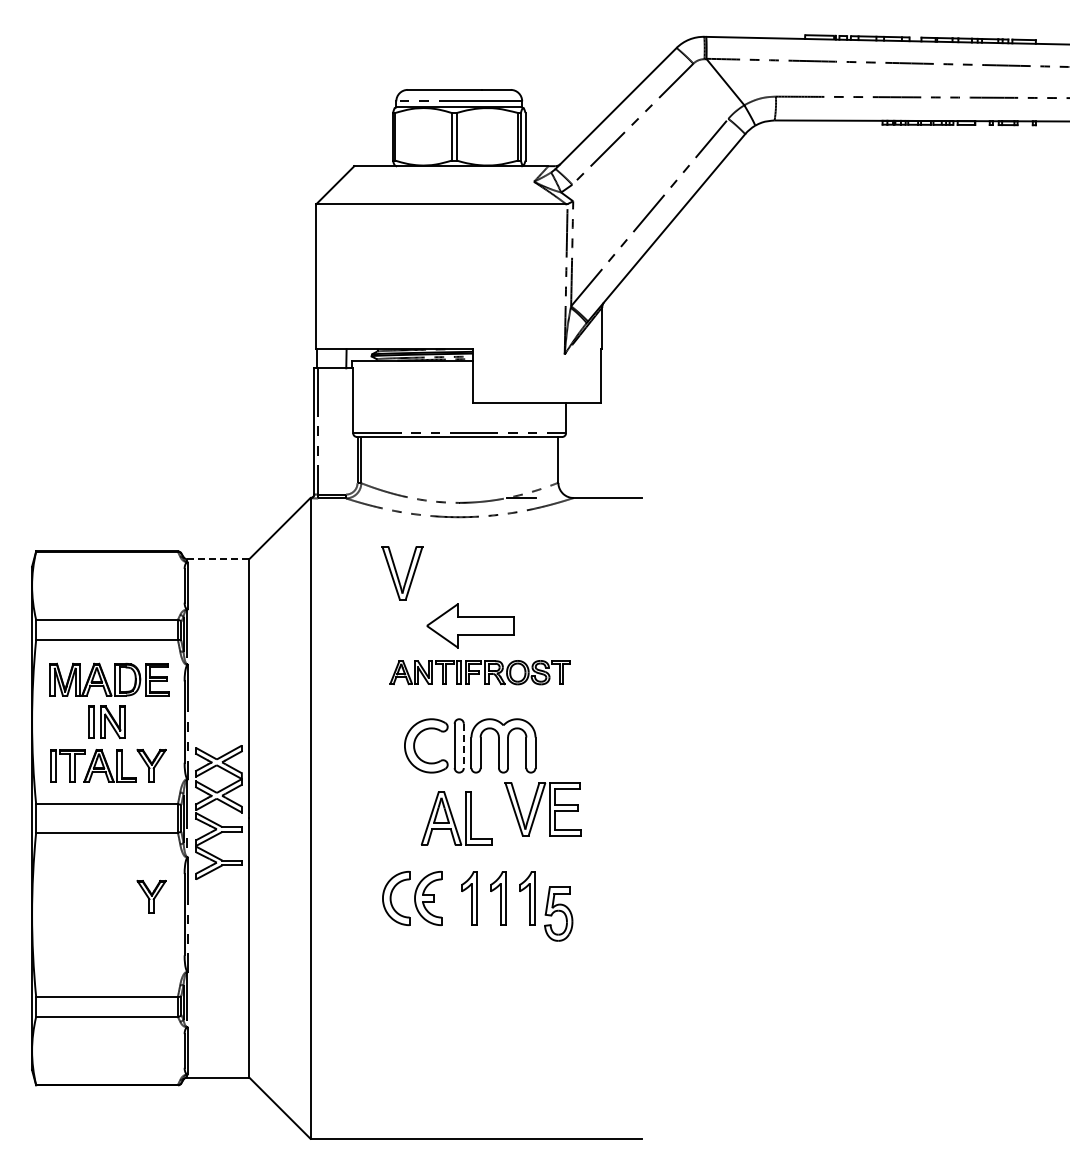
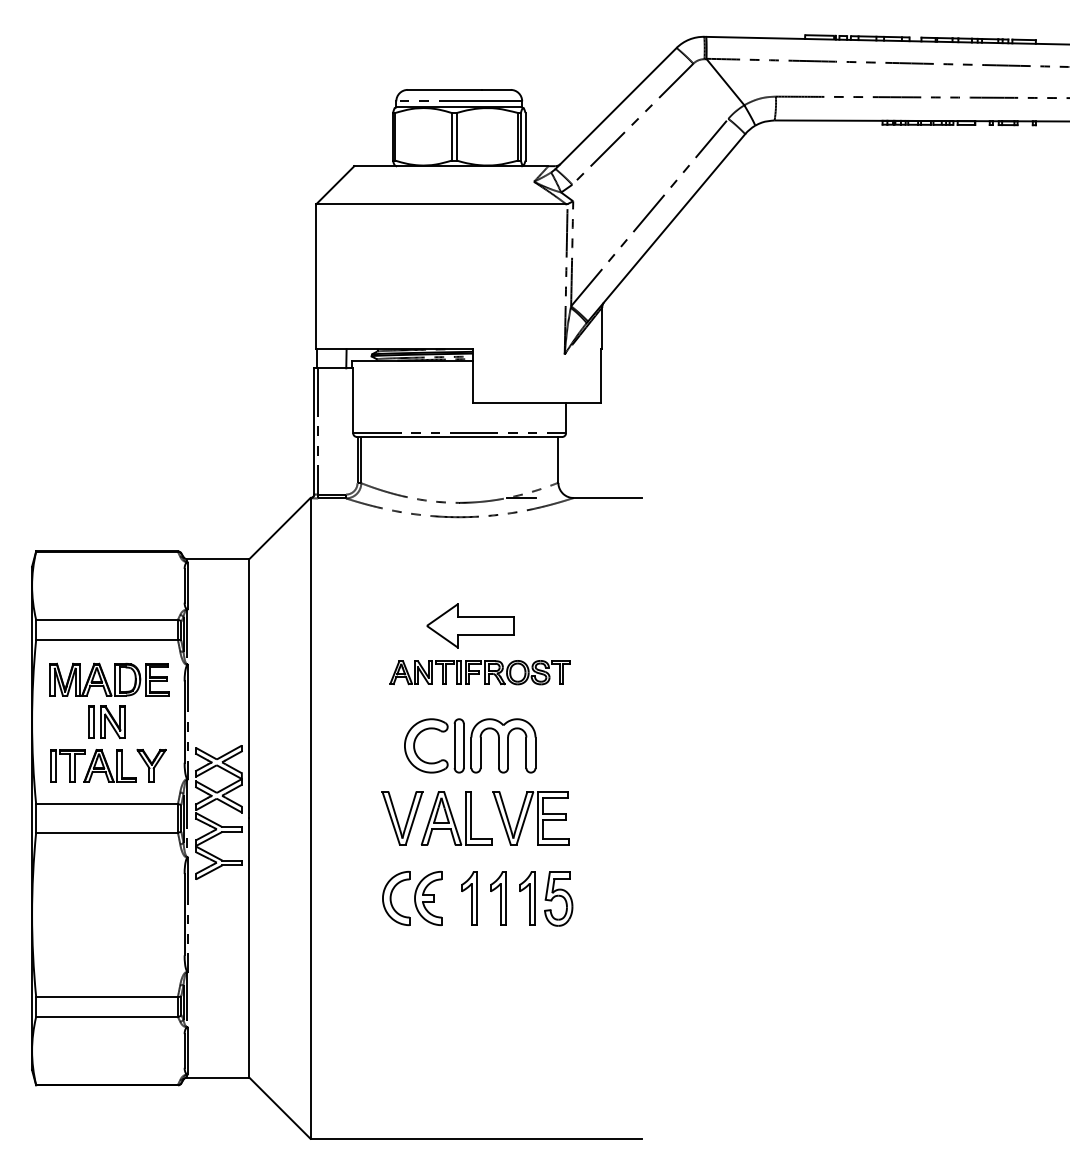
line at (217, 559): dashed -> solid
part at (402, 573) position: (402, 573) -> (402, 818)
line at (463, 746): dashed -> solid
part at (542, 809) position: (542, 809) -> (530, 818)
part at (151, 896): present -> none
part at (558, 913) position: (558, 913) -> (558, 898)
